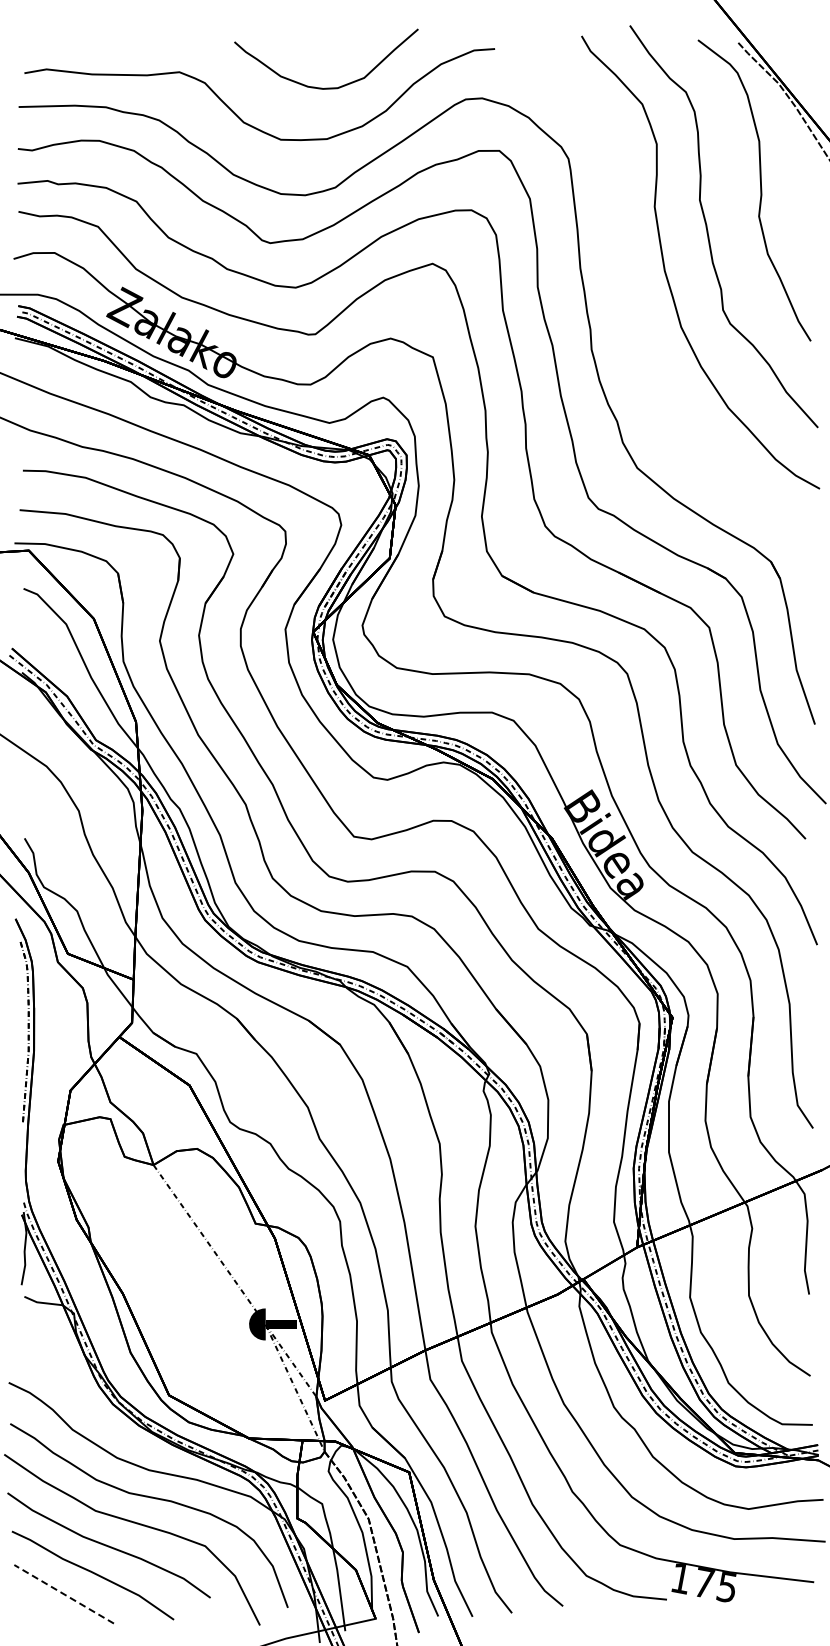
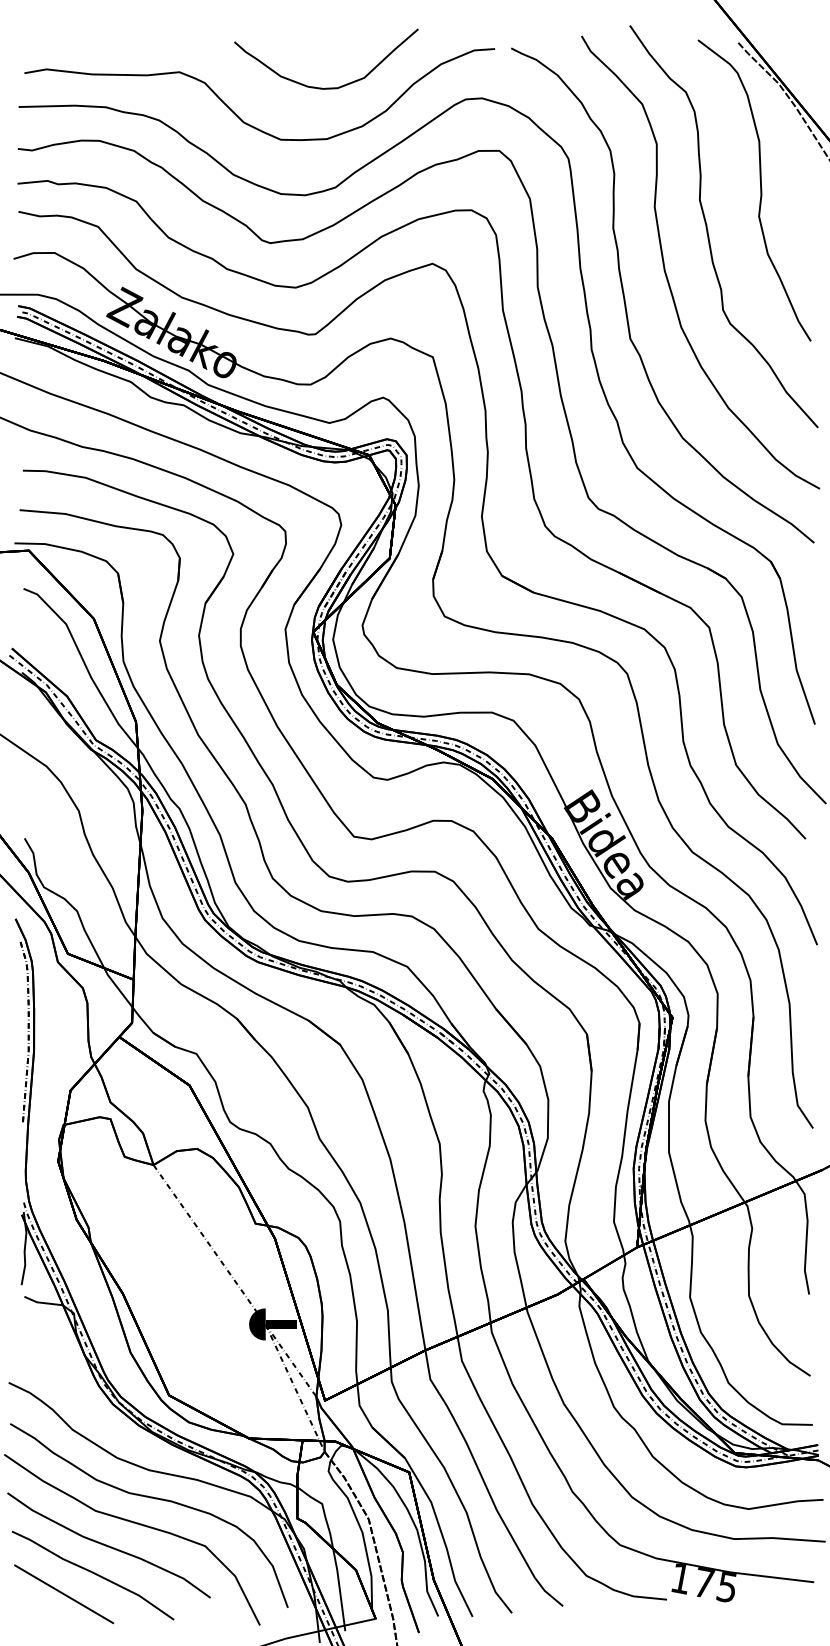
curve at (626, 304): none -> present
line at (64, 1594): dashed -> solid
